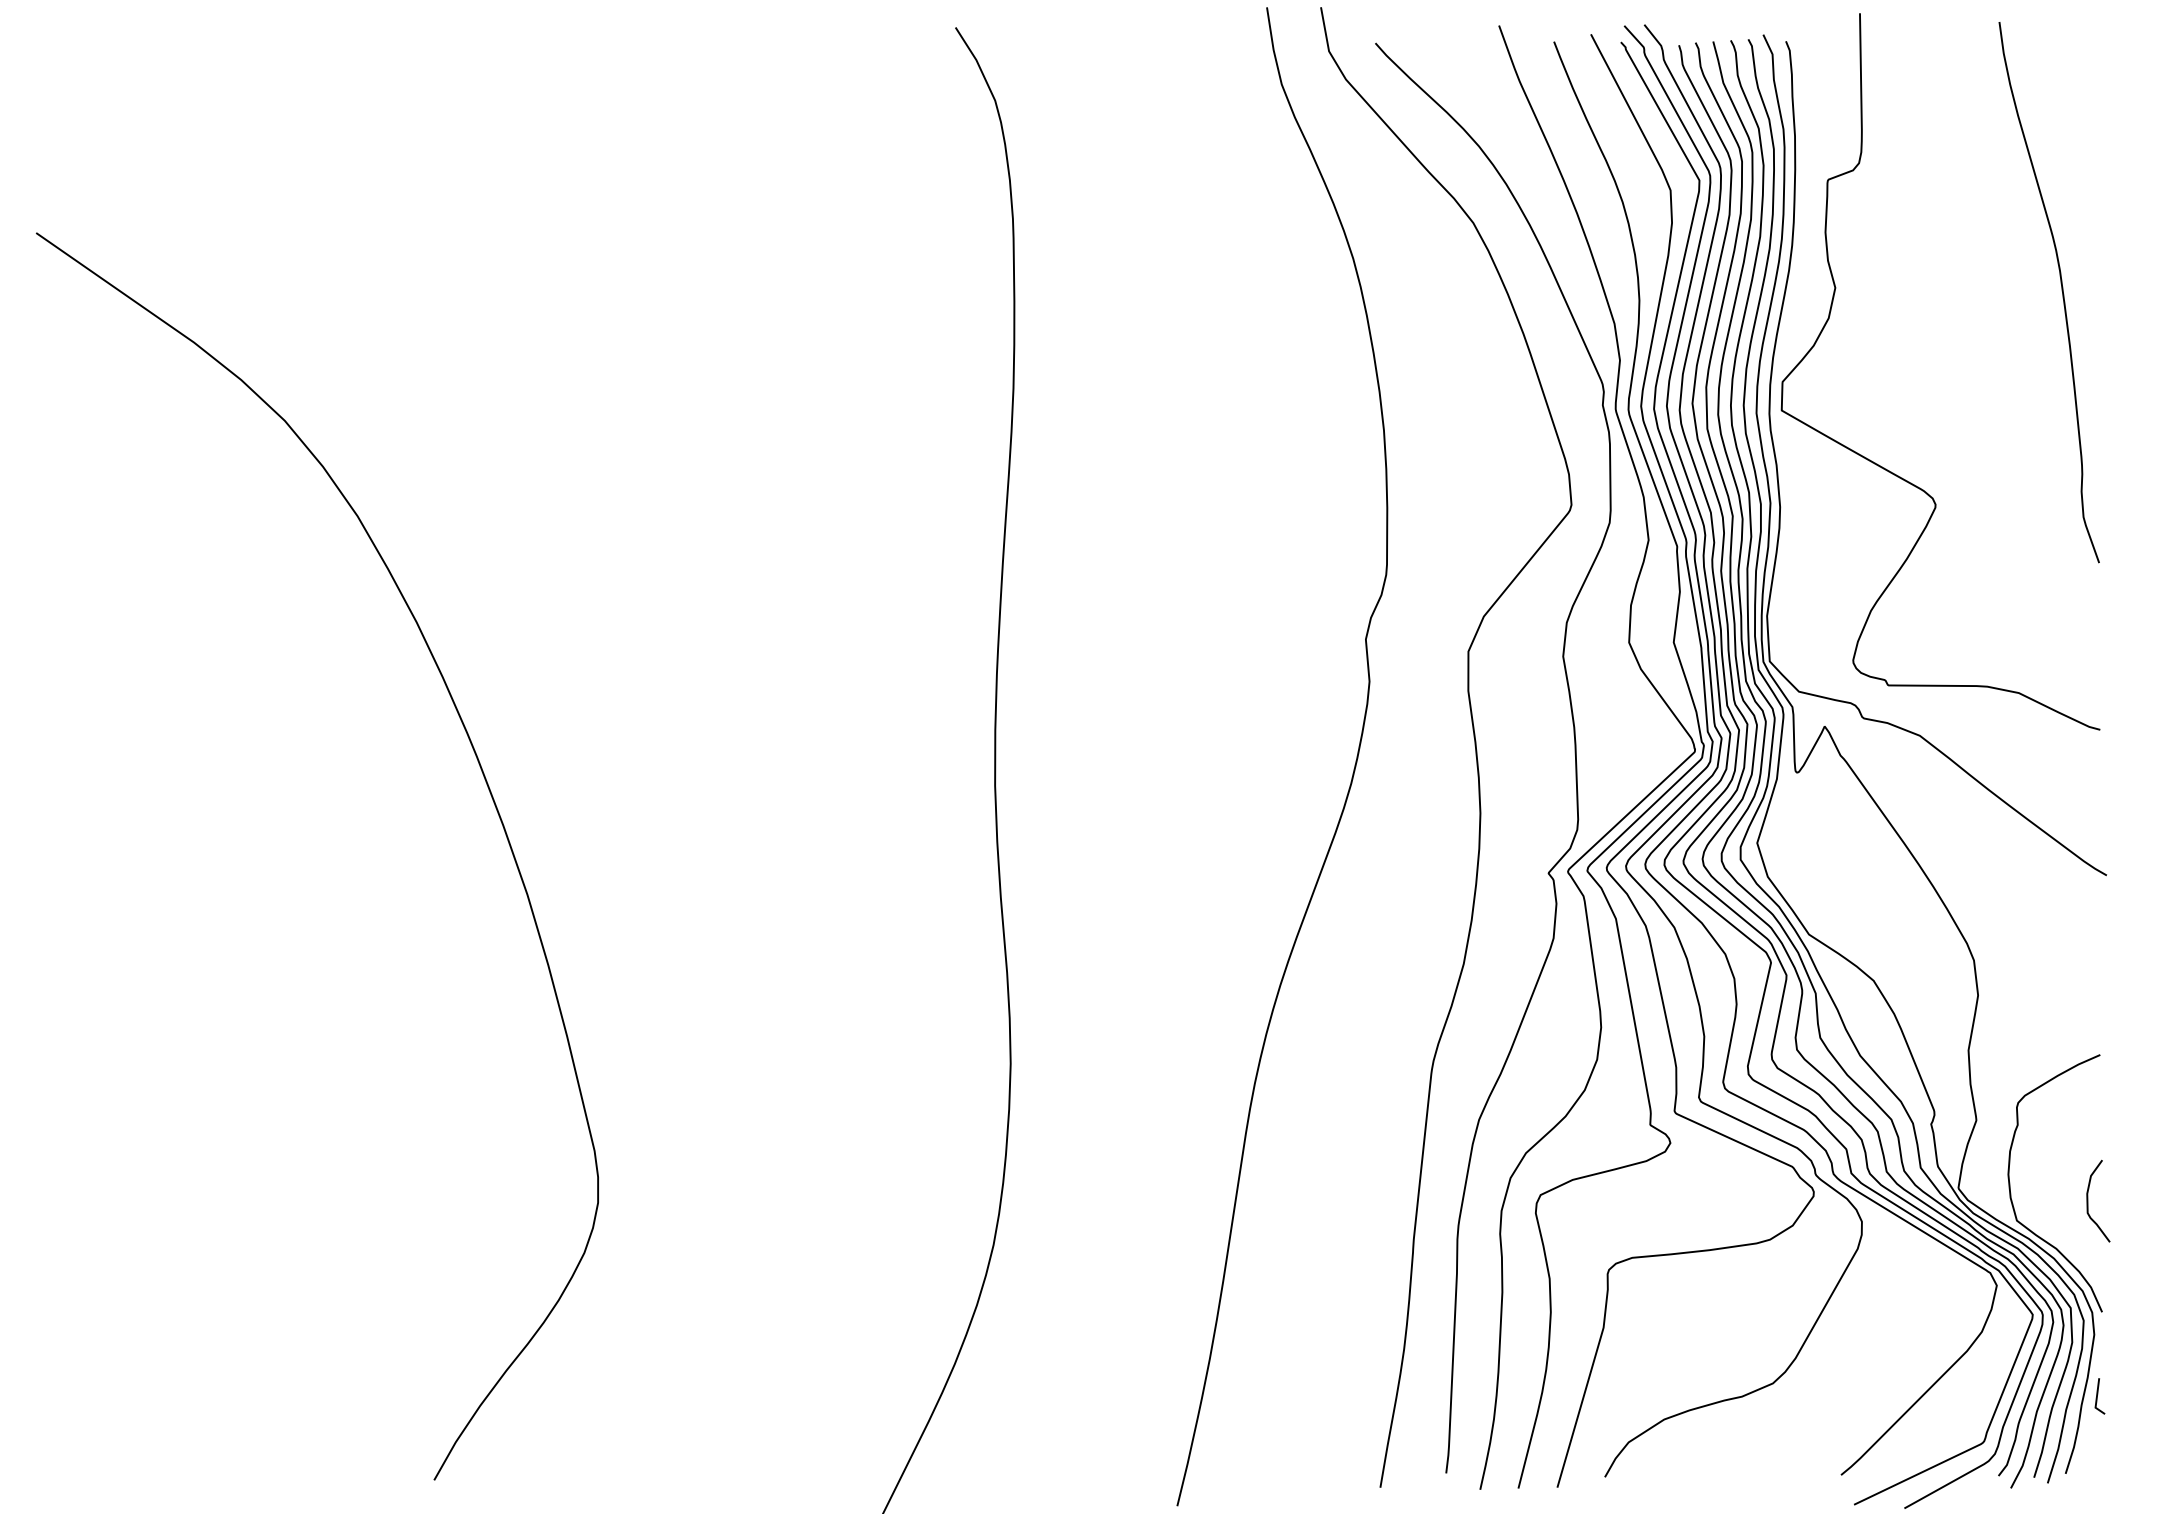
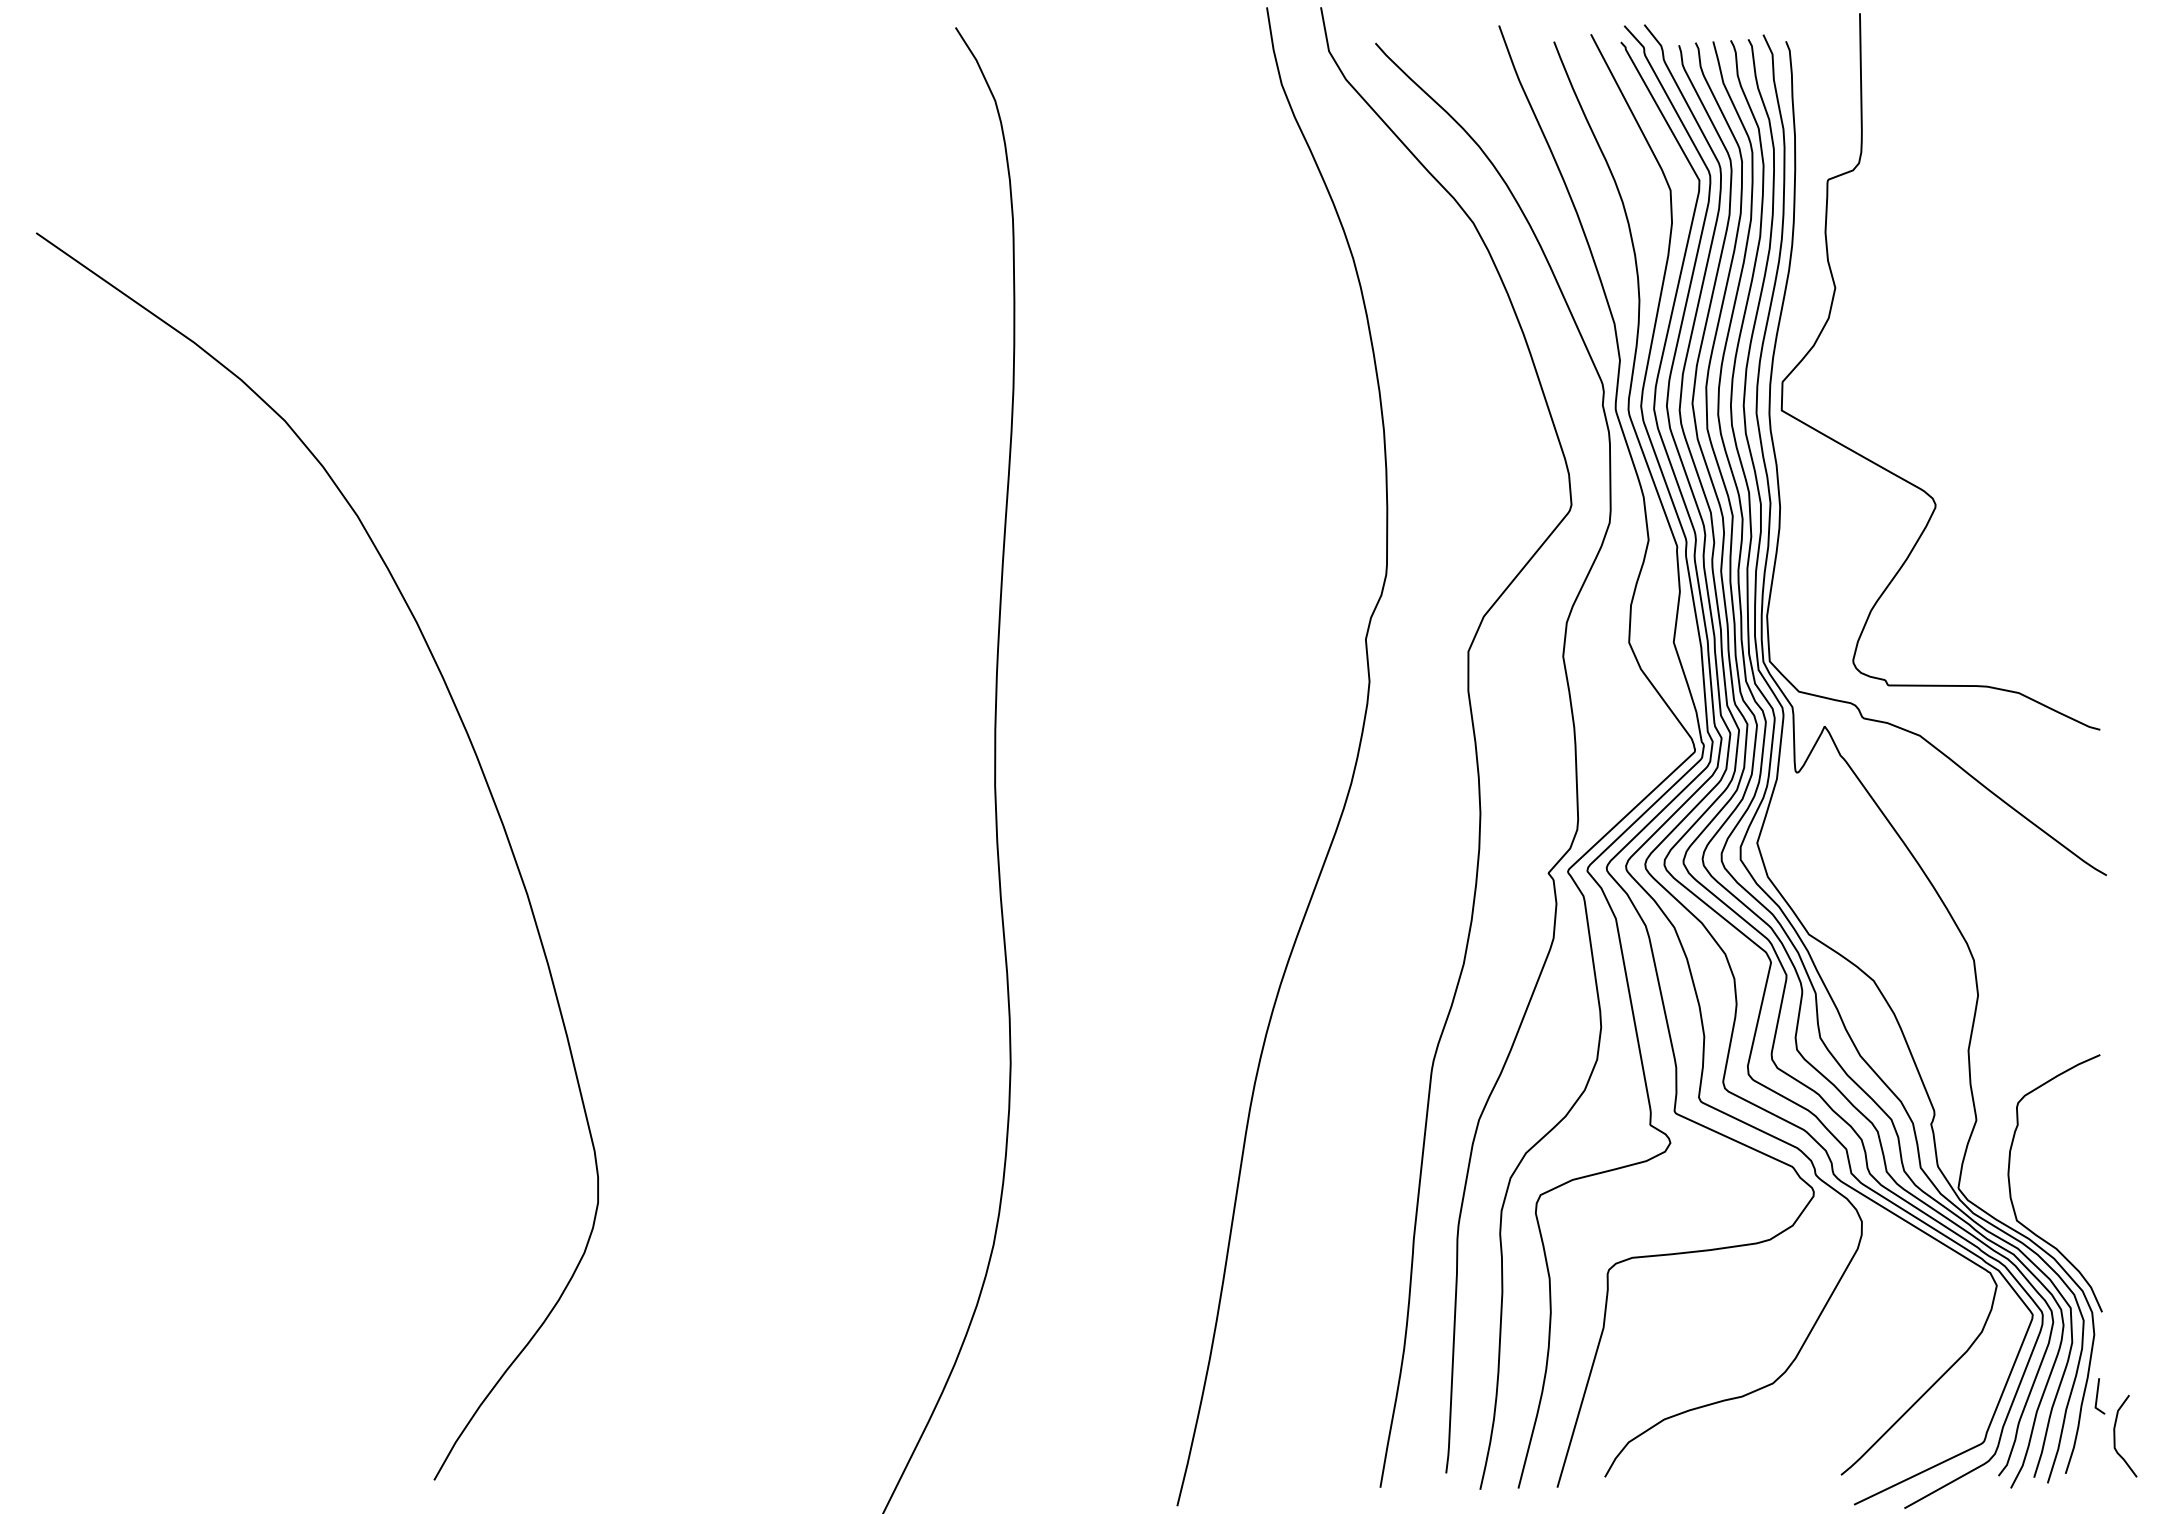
curve at (2061, 291): present -> none
curve at (2088, 1200) position: (2088, 1200) -> (2115, 1435)
